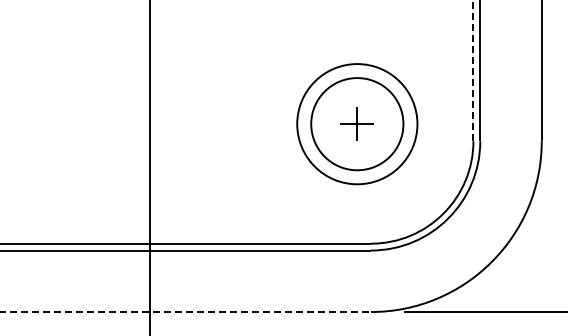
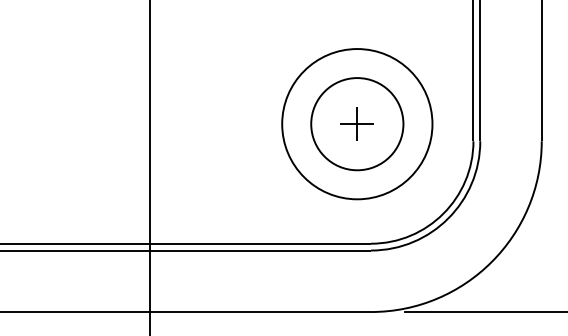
line at (473, 70): dashed -> solid
circle at (357, 124) diameter: 120 px -> 150 px
line at (186, 312): dashed -> solid
